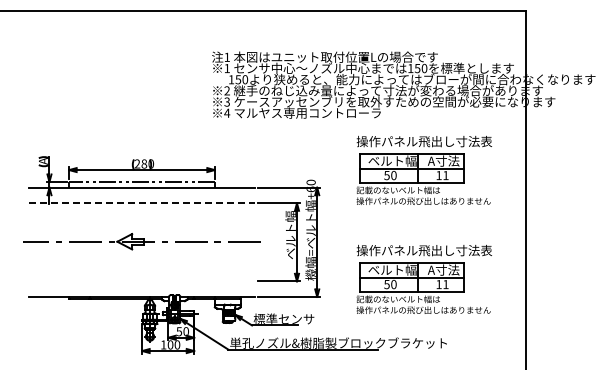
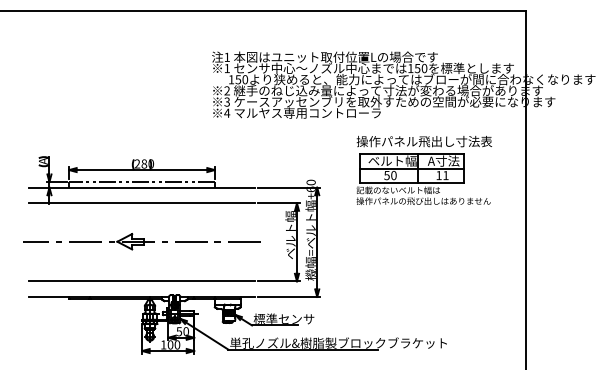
line at (142, 203): dashed -> solid
part at (423, 278): present -> none
line at (141, 281): none -> present
